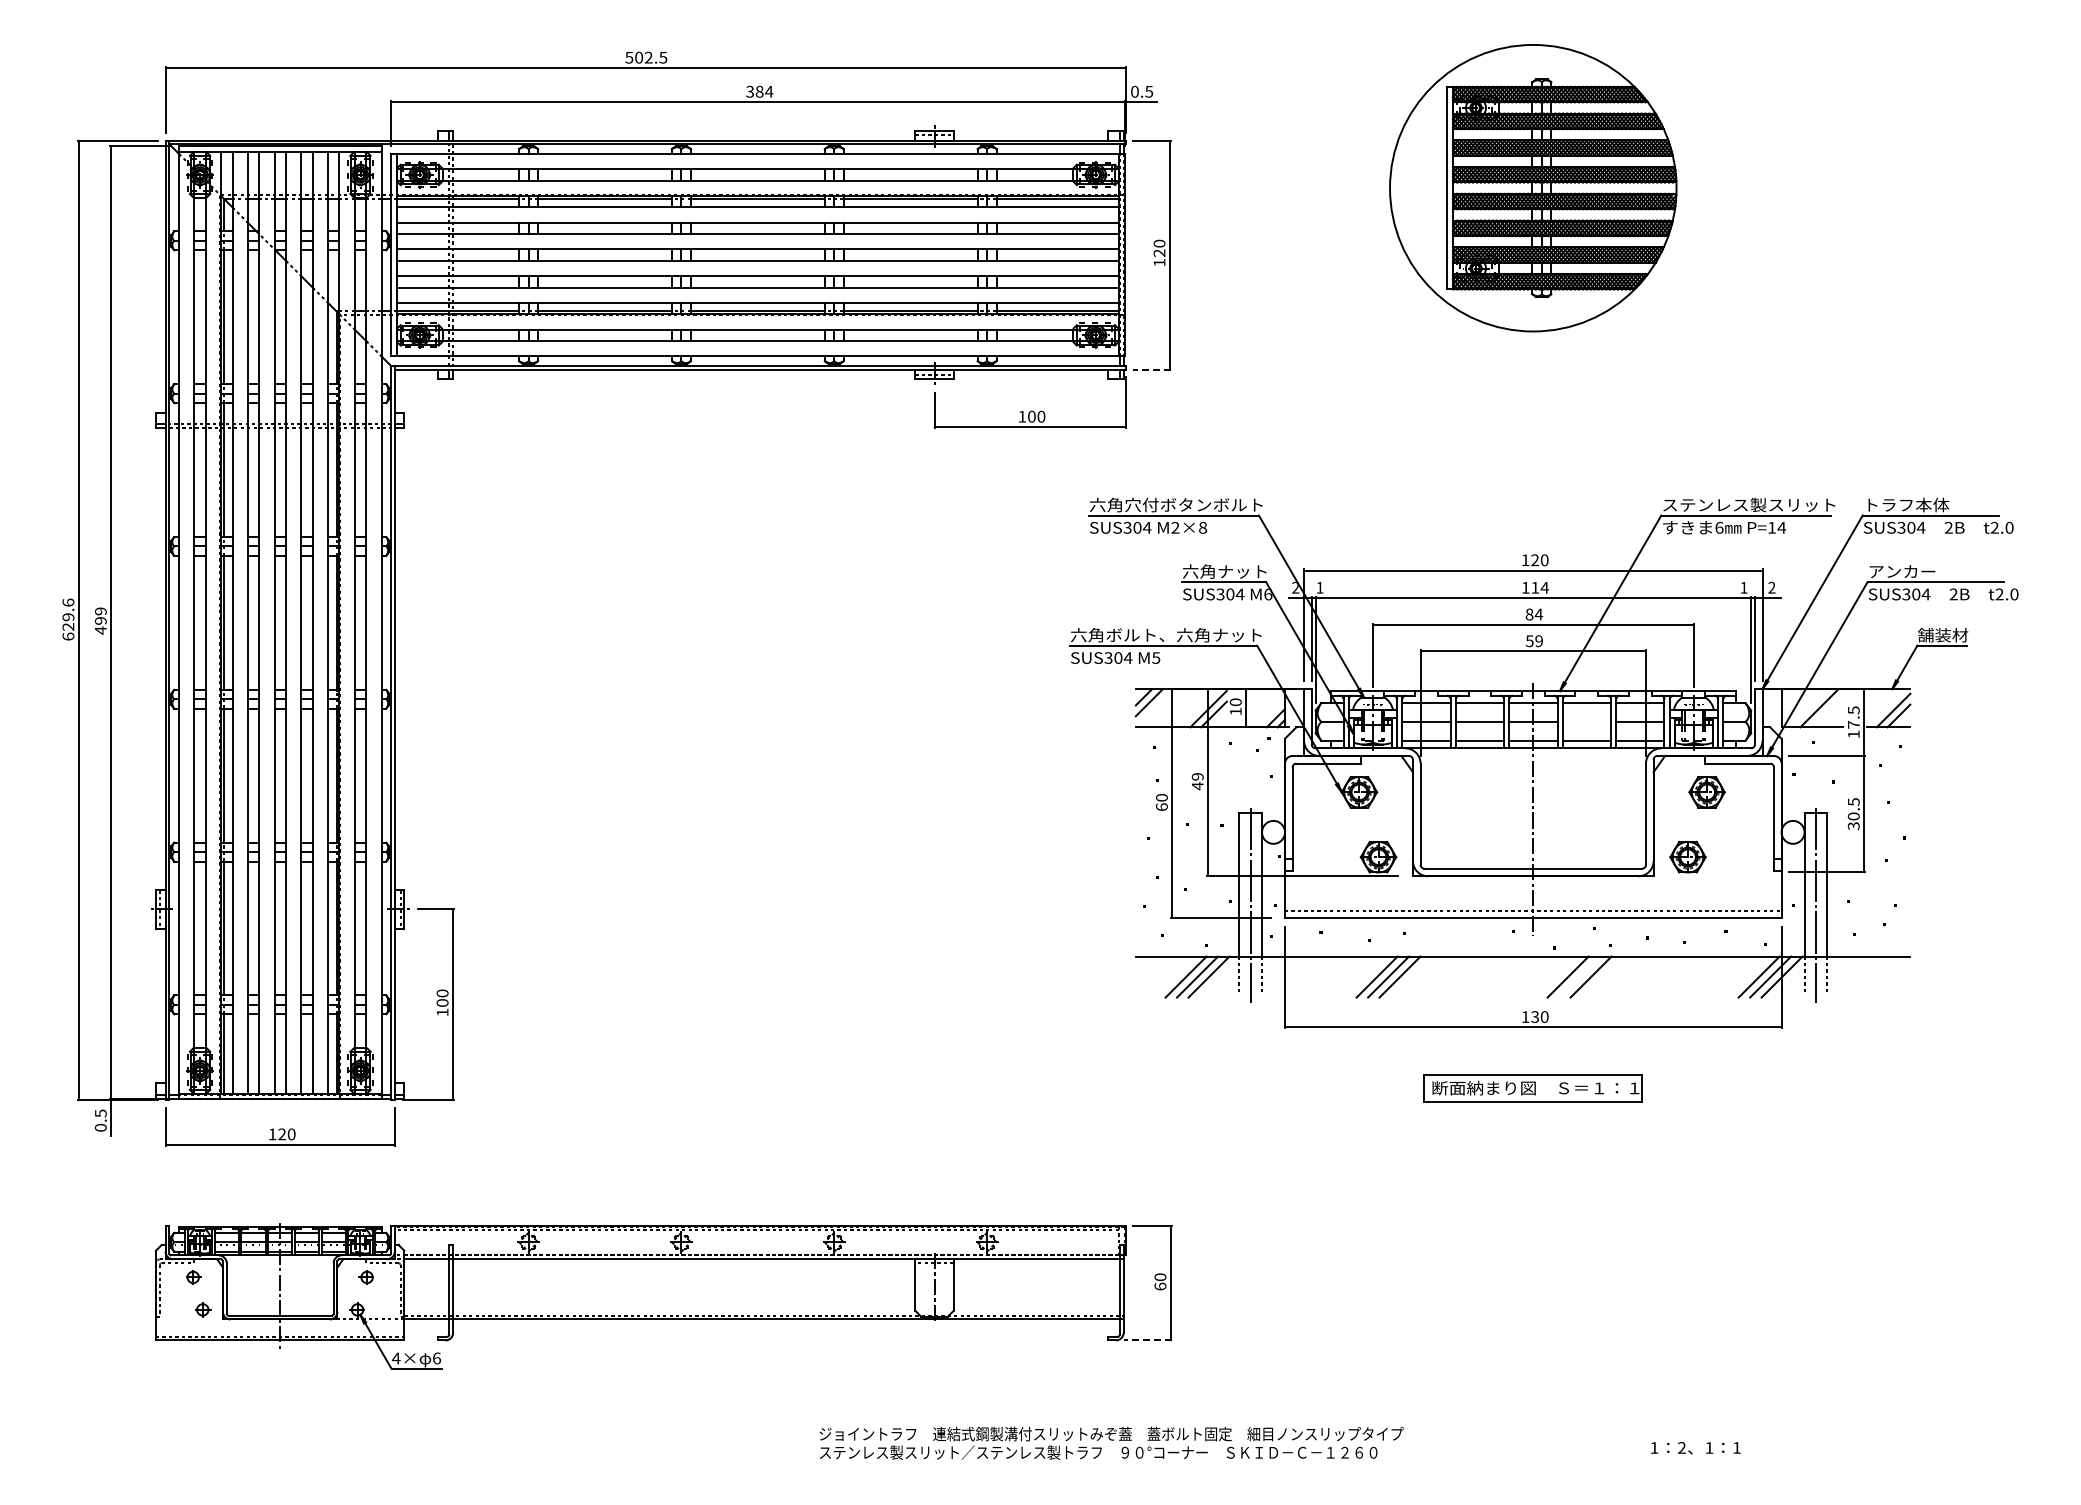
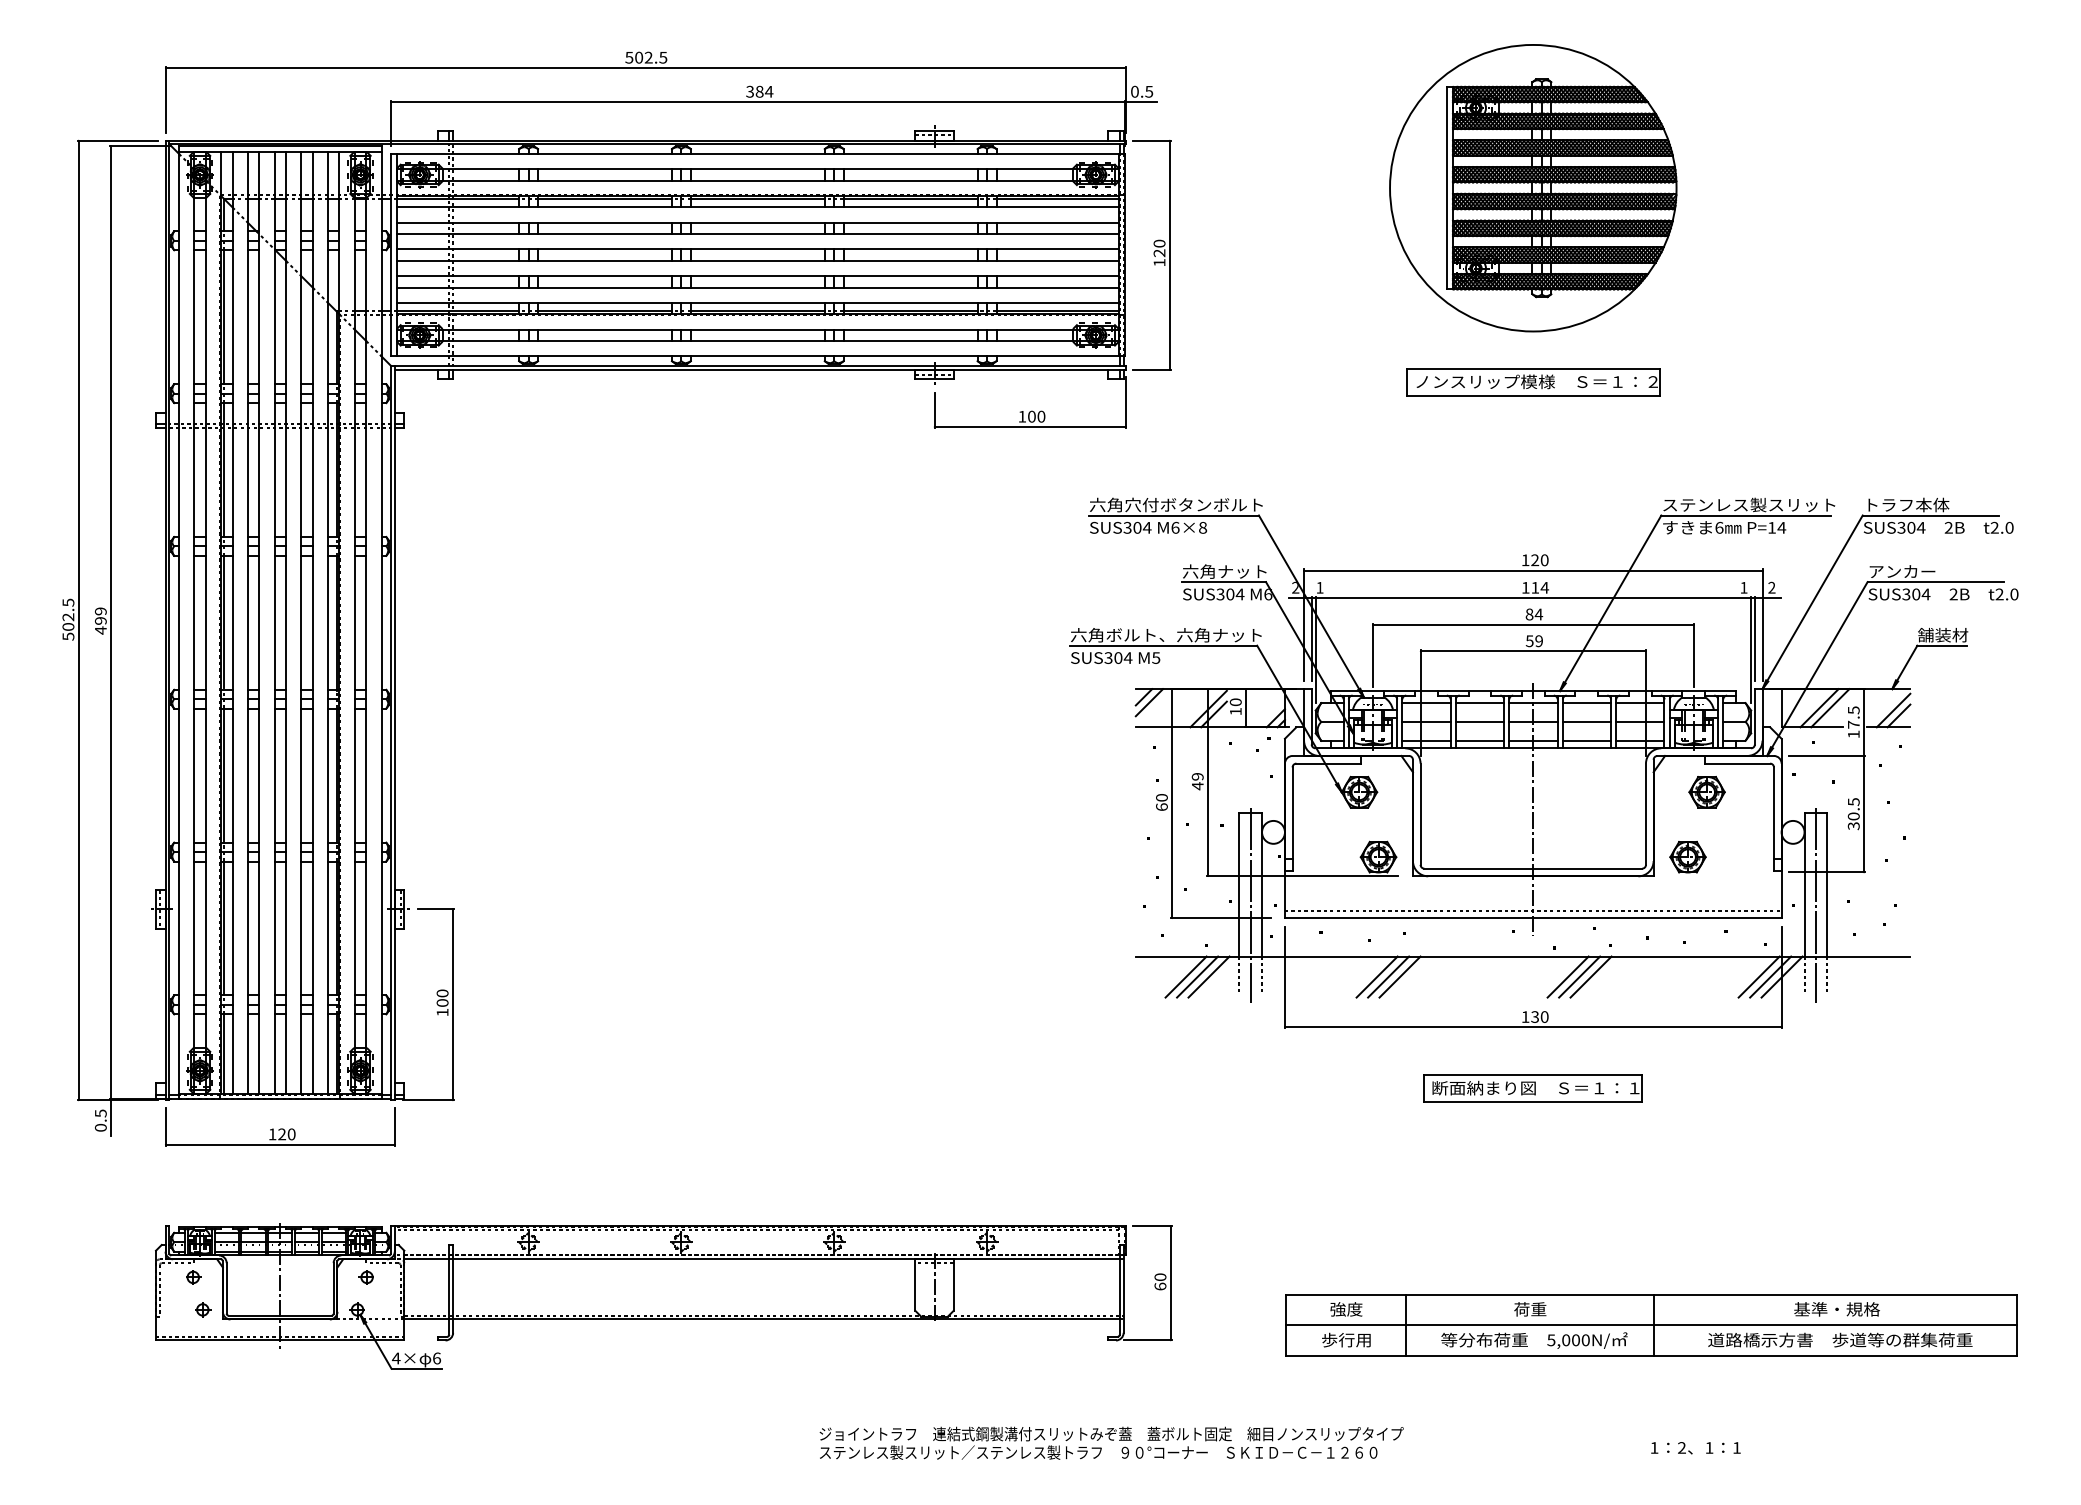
line at (1152, 369): dashed -> solid
part at (1533, 382): none -> present
text at (1175, 527): M2×8 -> M6×8
text at (68, 619): 629.6 -> 502.5
line at (1830, 708): none -> present
line at (1586, 721): none -> present
line at (1579, 976): none -> present
part at (1651, 1325): none -> present
line at (1147, 1340): dashed -> solid
